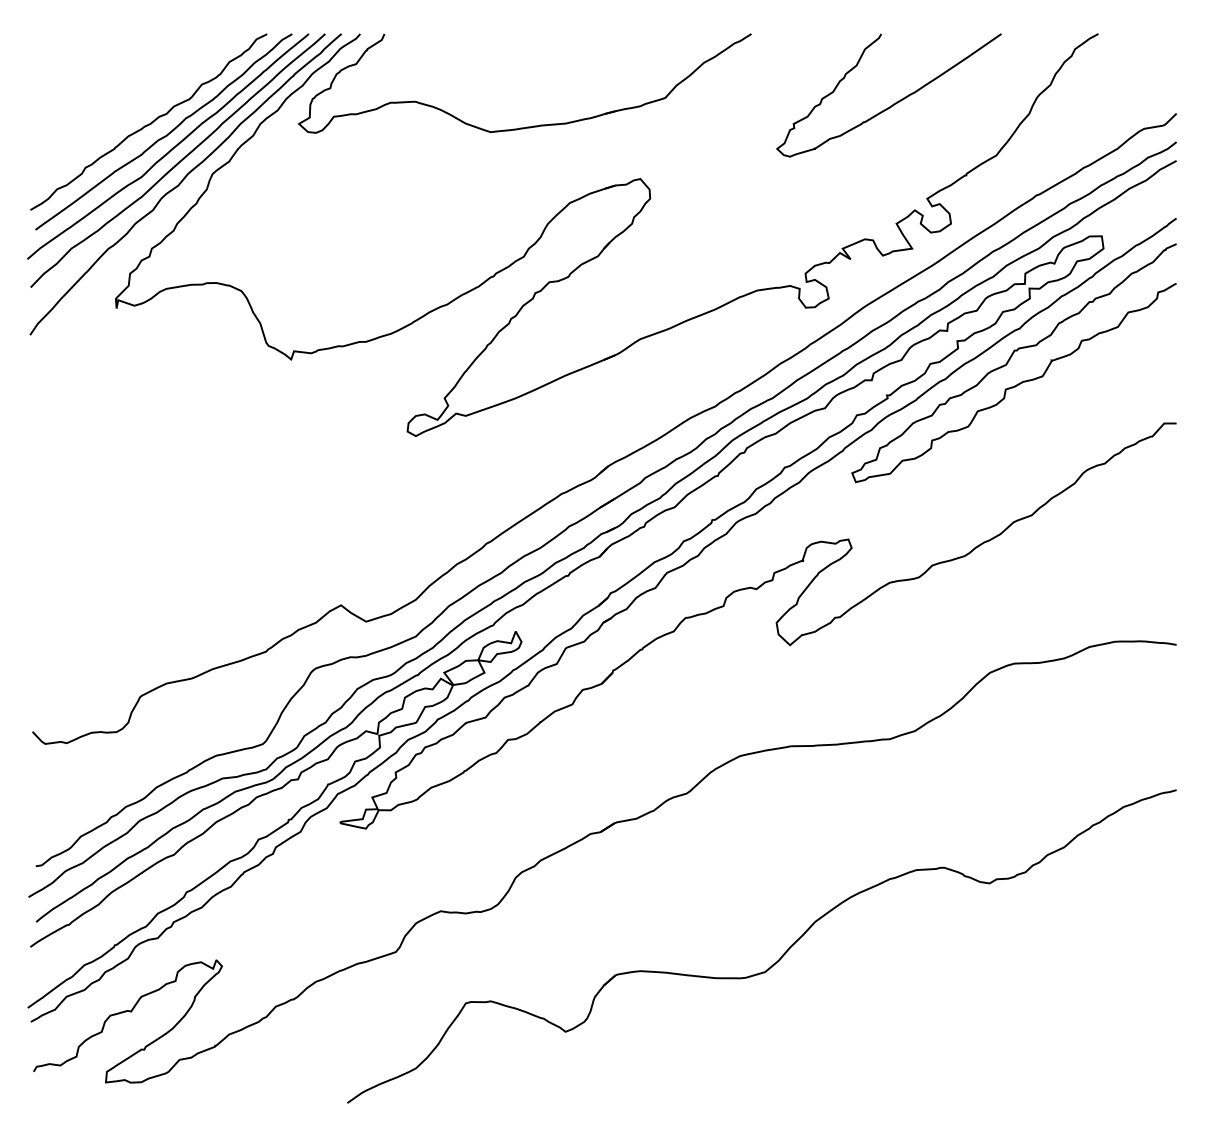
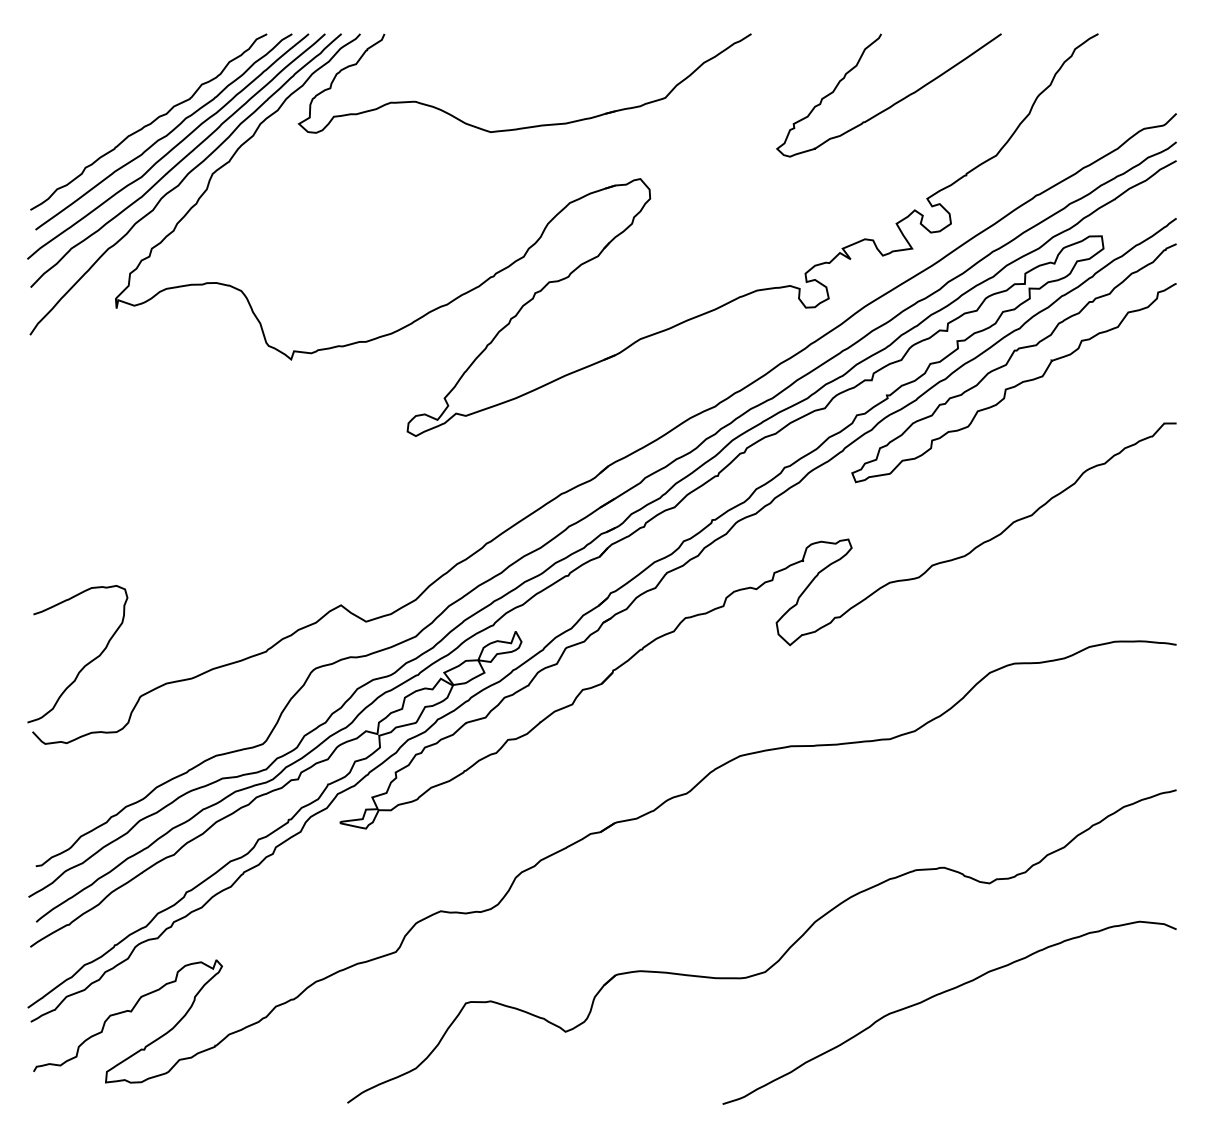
curve at (86, 663): none -> present
curve at (941, 994): none -> present
